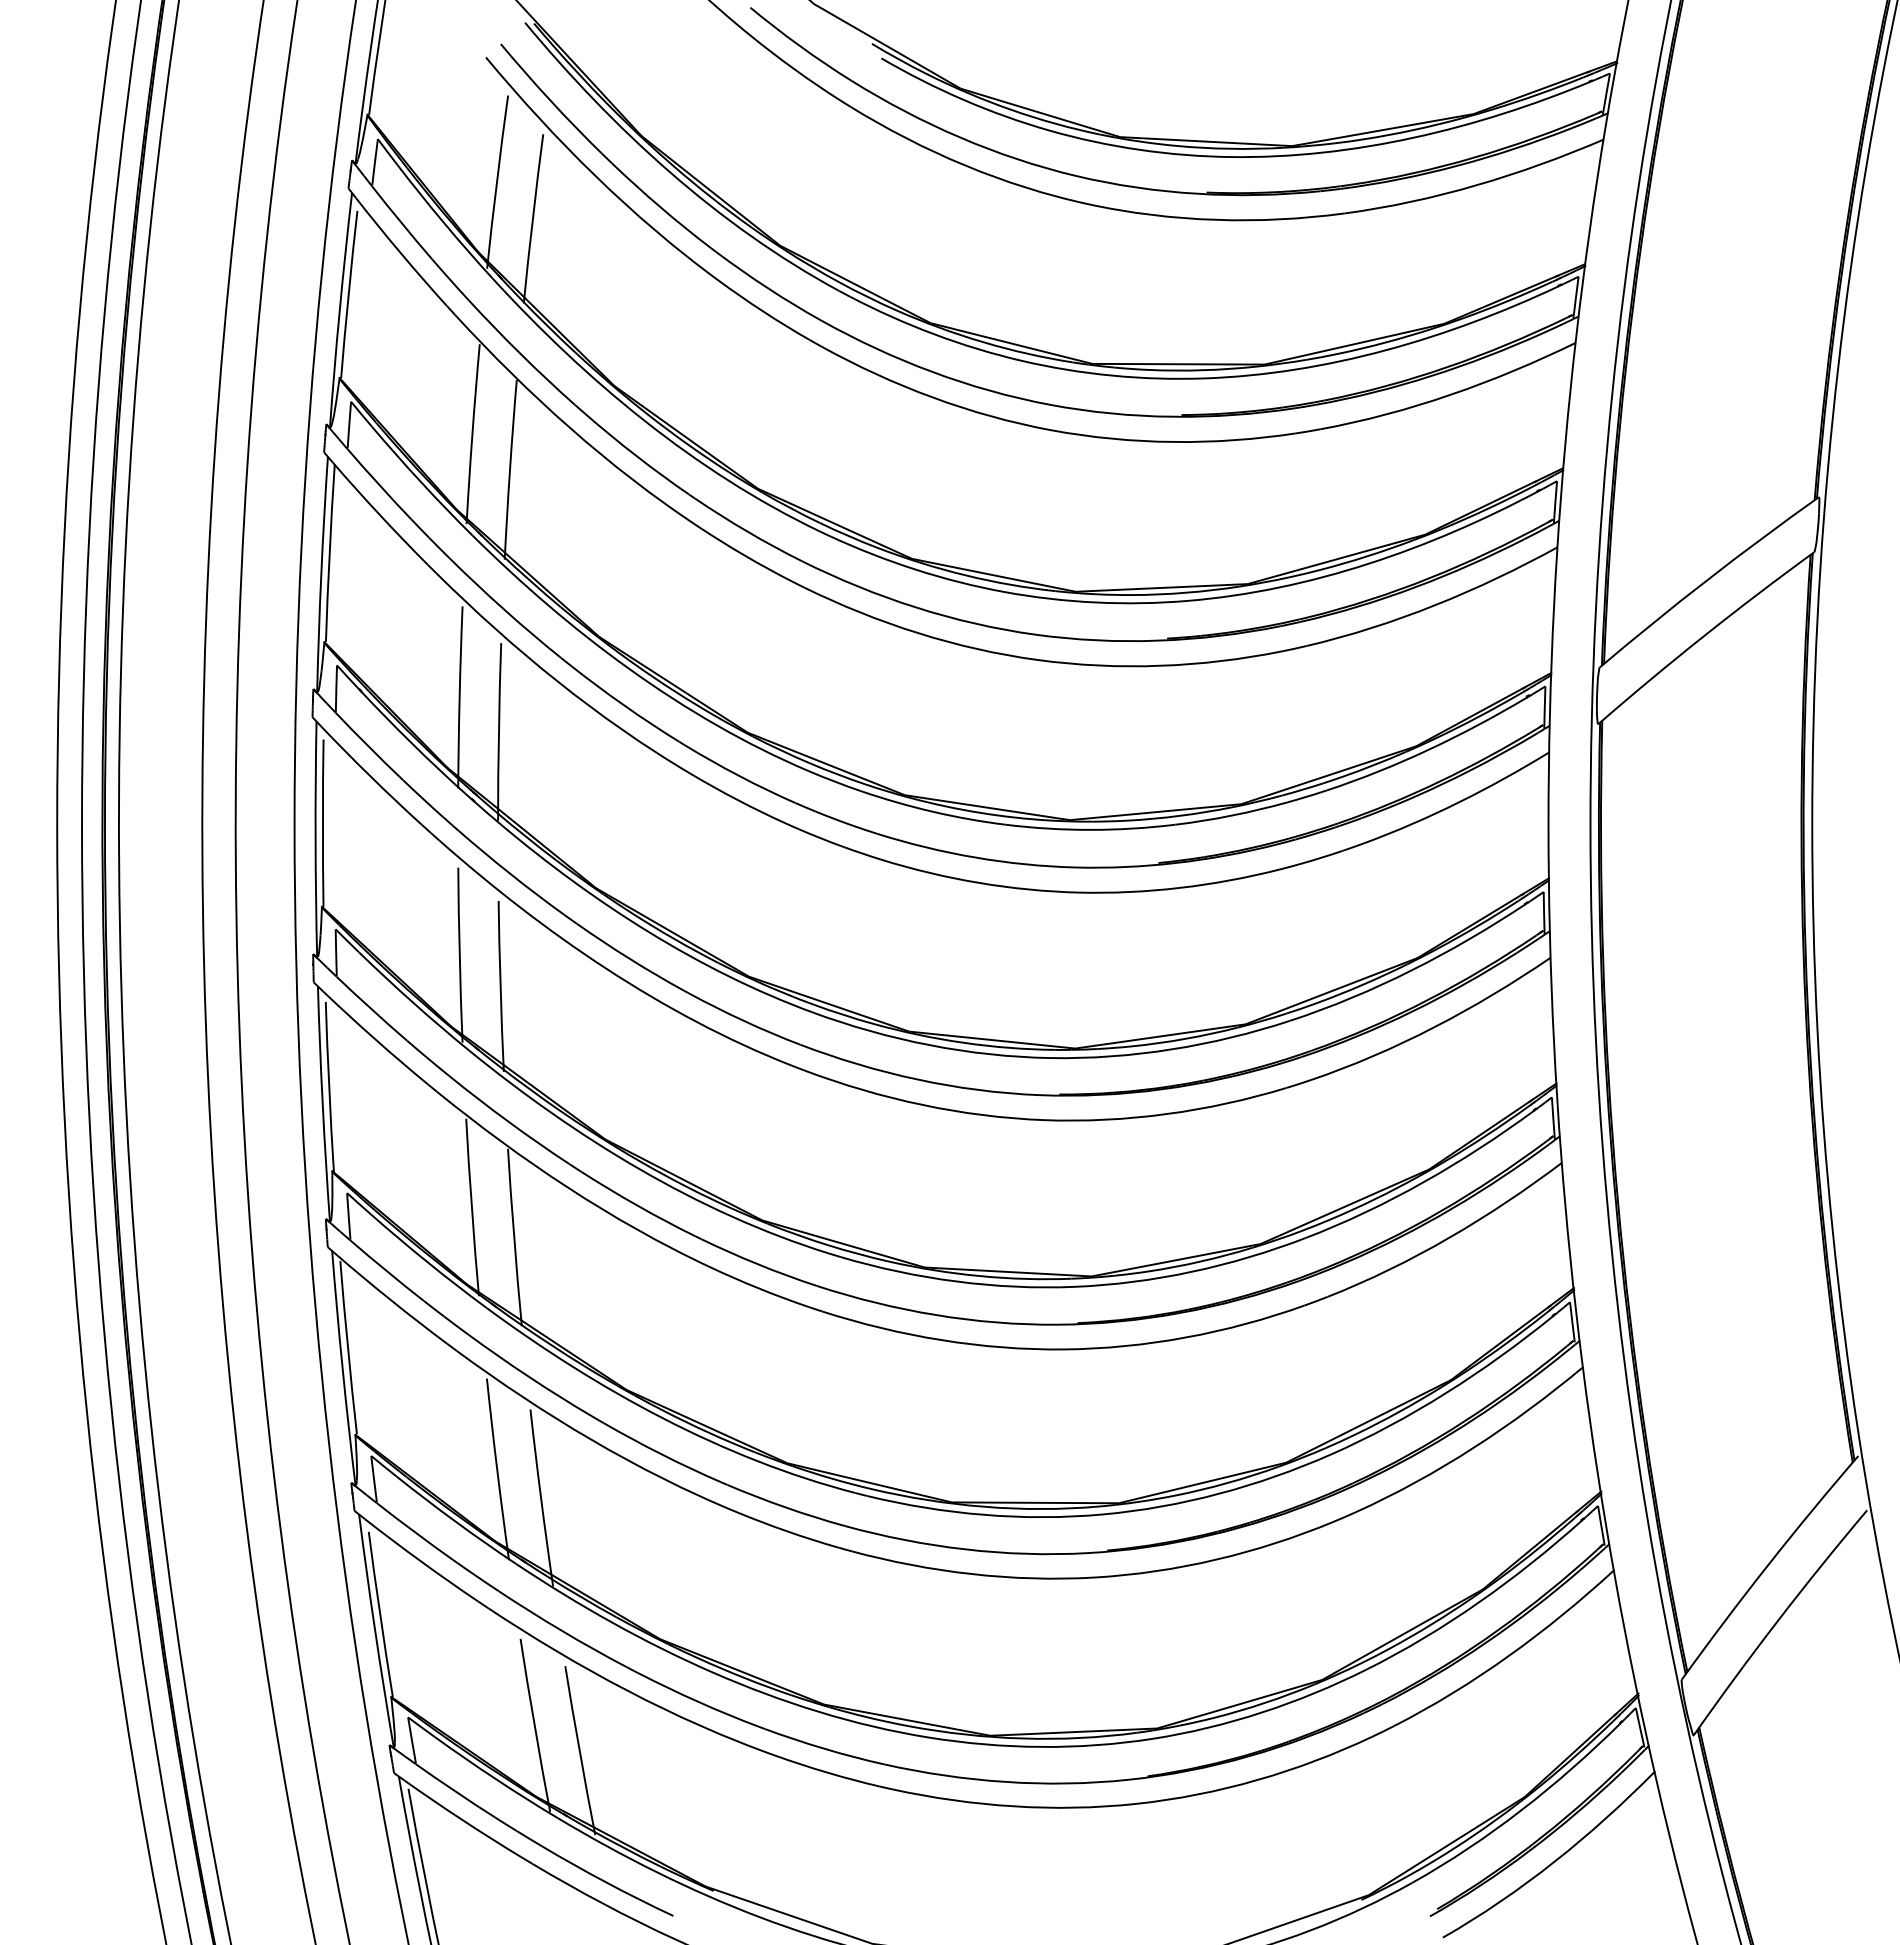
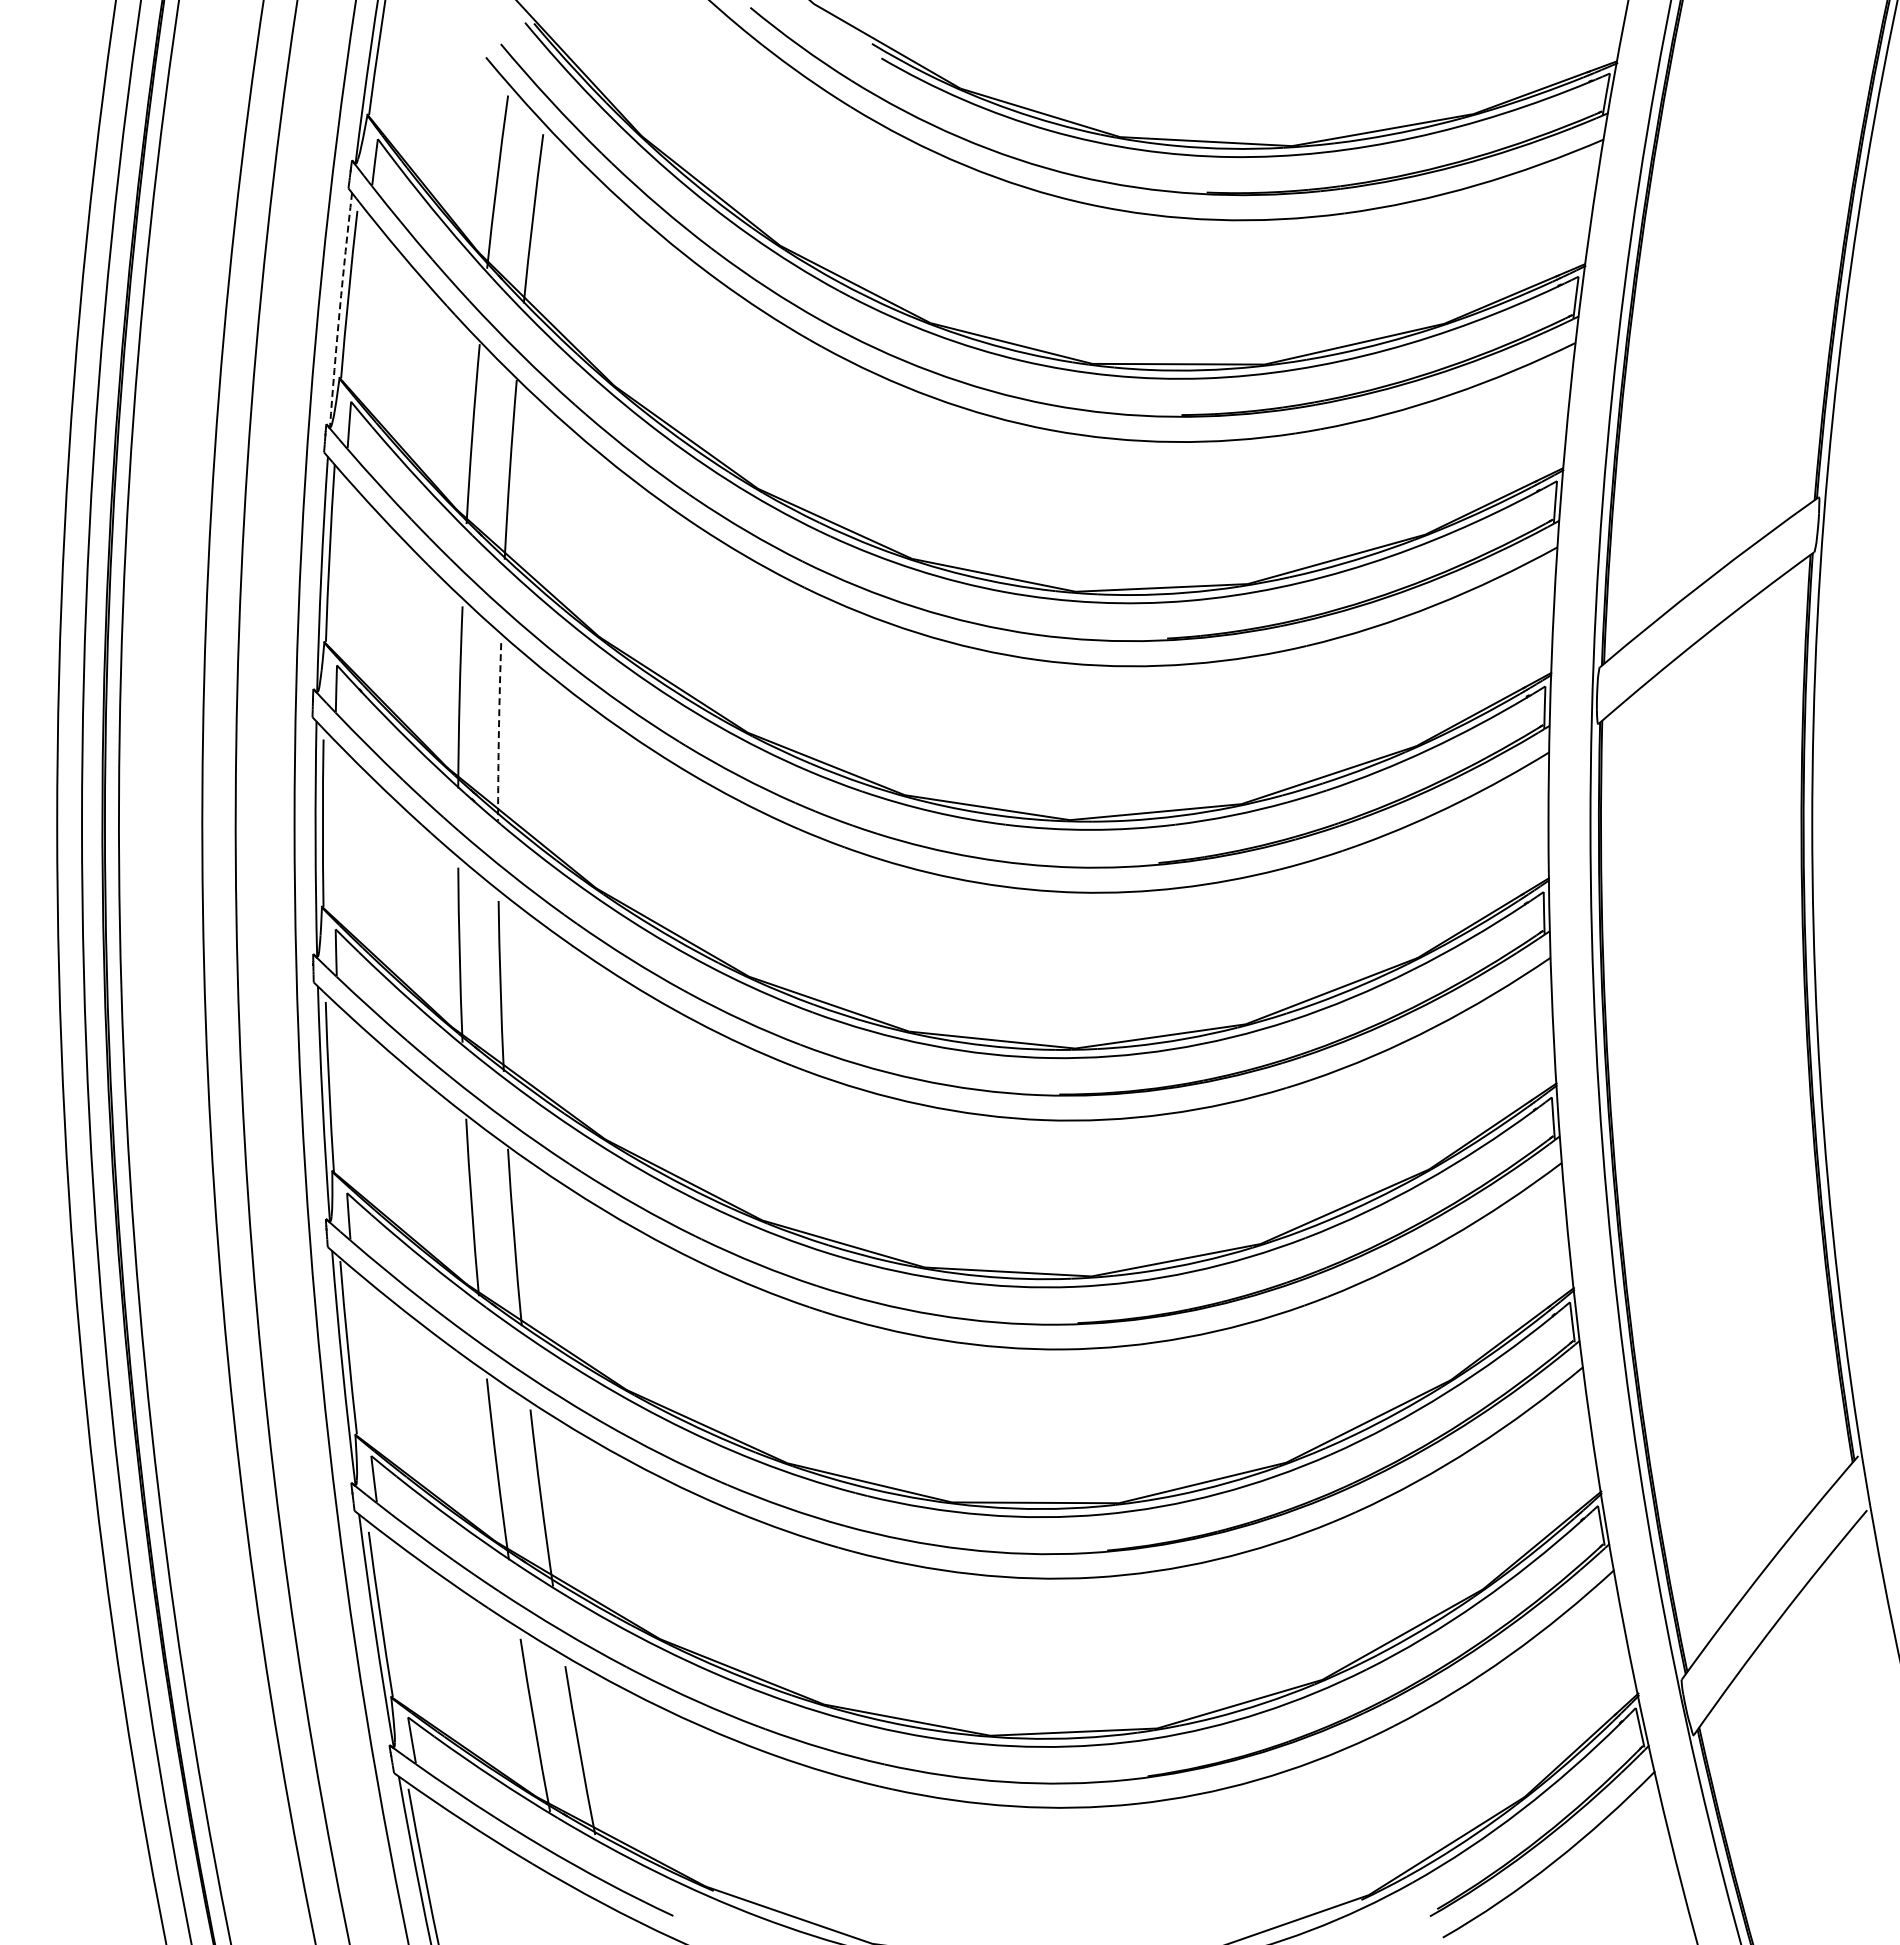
arc at (339, 310): solid -> dashed
arc at (498, 731): solid -> dashed
